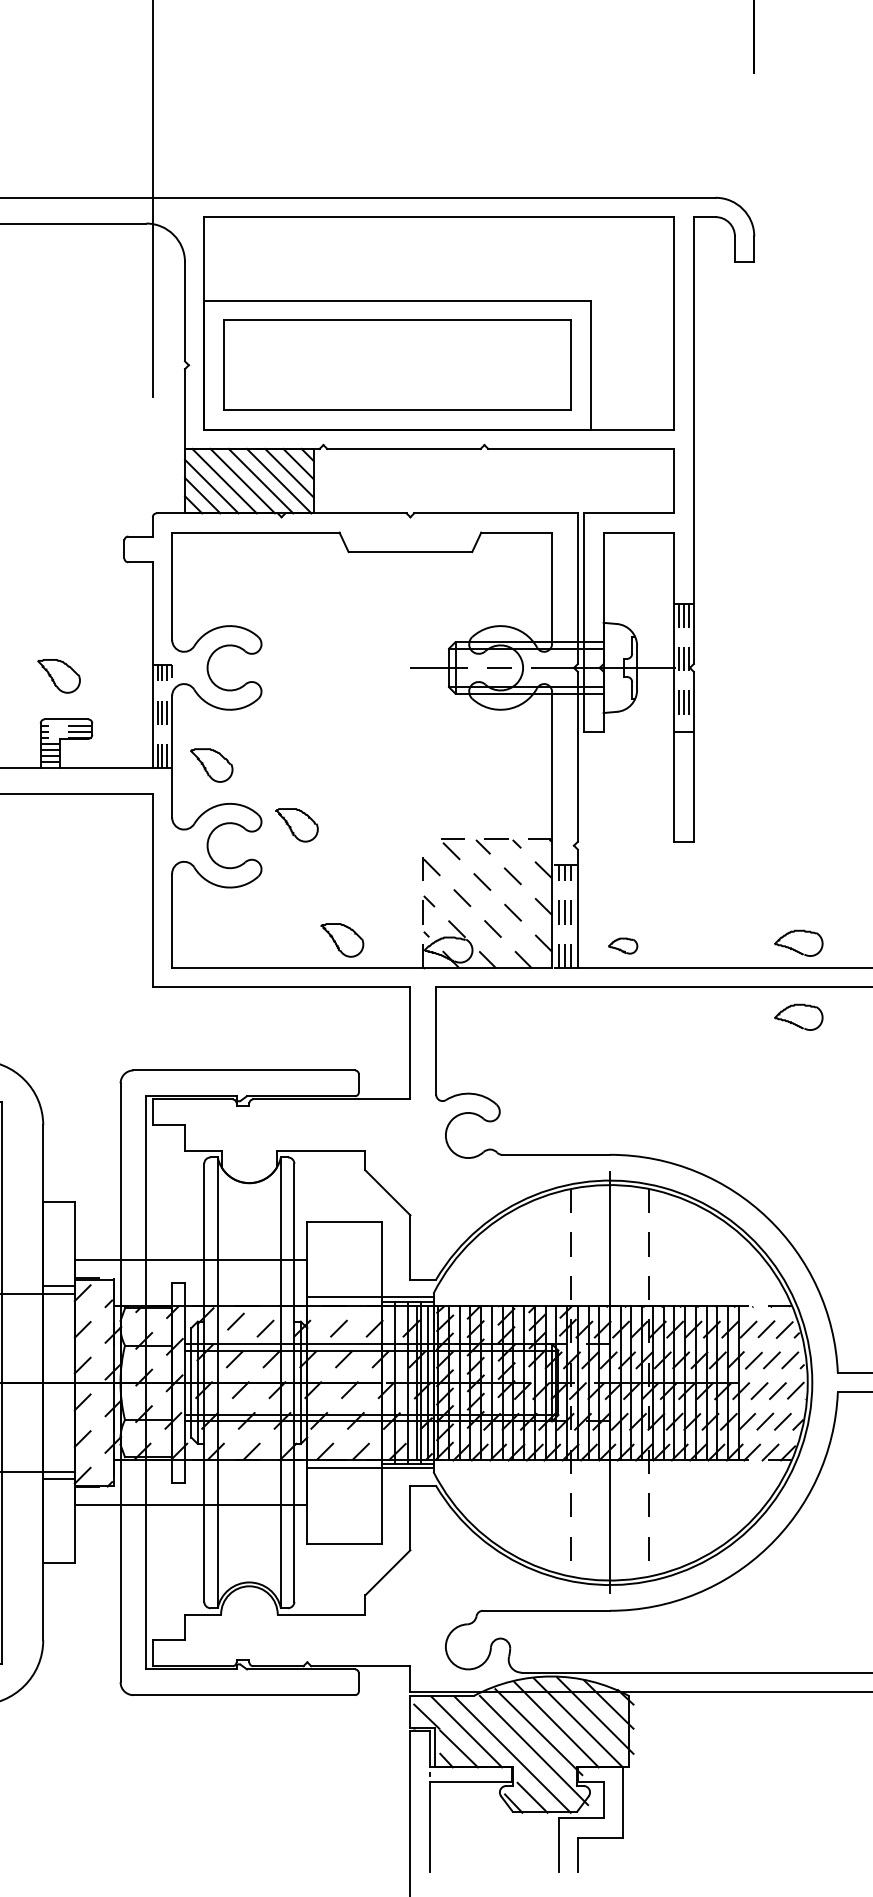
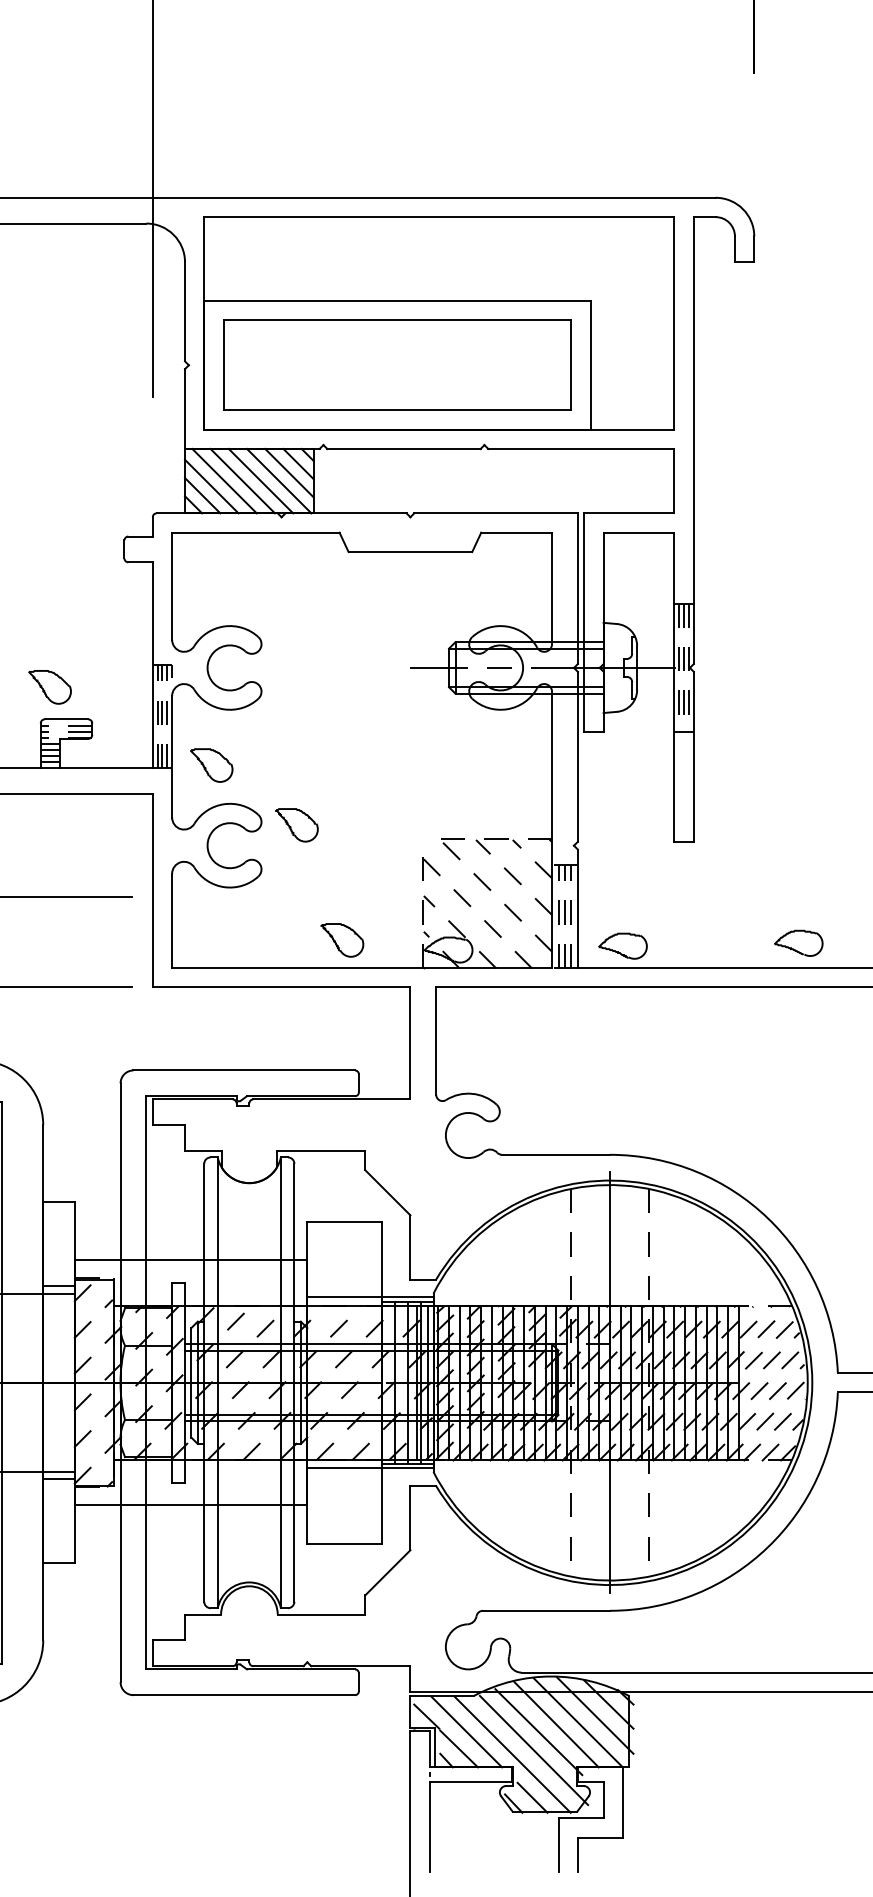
part at (58, 676) position: (58, 676) -> (49, 687)
line at (67, 897): none -> present
part at (623, 945) size: 31x18 px -> 50x28 px
line at (67, 987): none -> present
part at (798, 1016): present -> none
